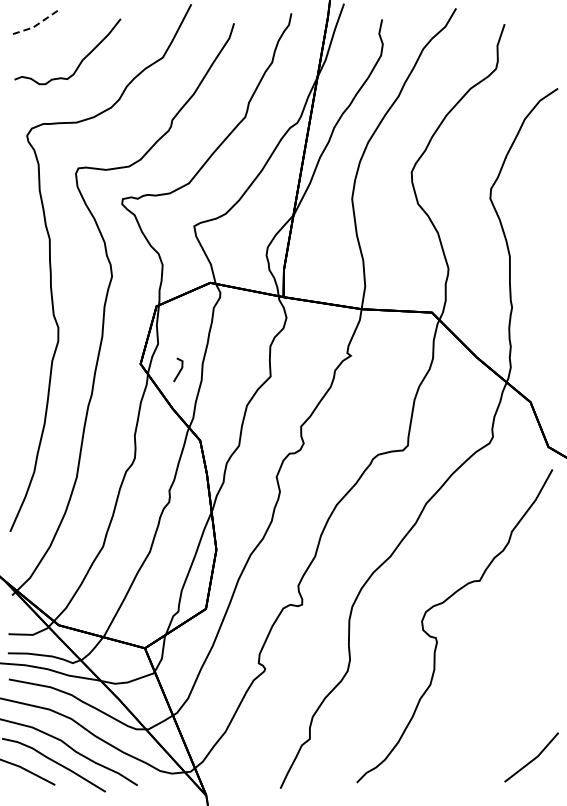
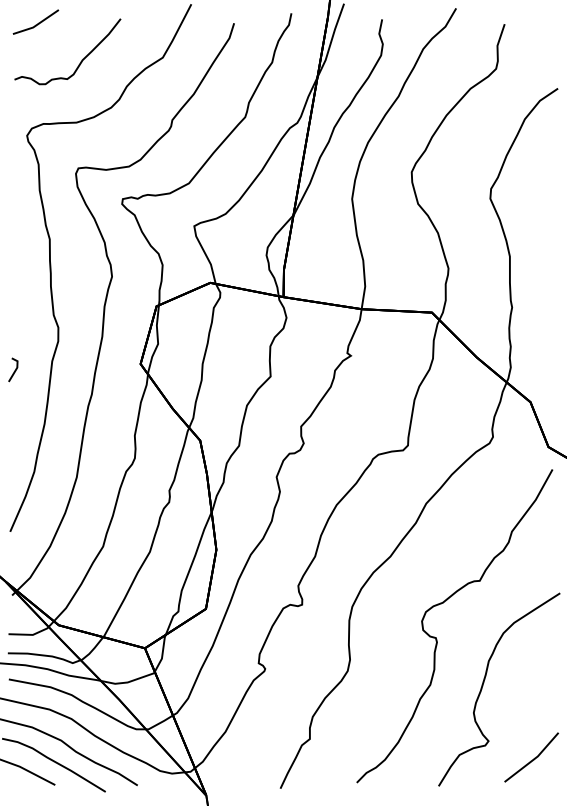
line at (37, 24): dashed -> solid
line at (179, 370) position: (179, 370) -> (14, 370)
curve at (483, 686): none -> present
